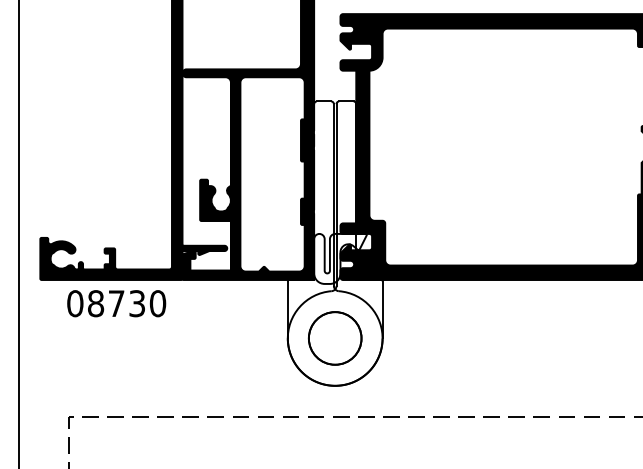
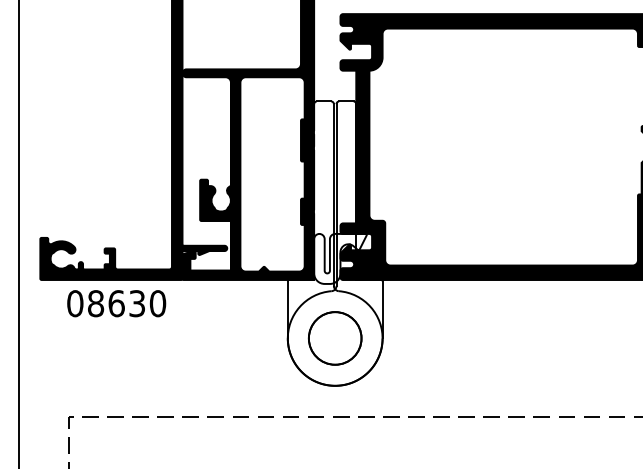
text at (116, 303): 08730 -> 08630
